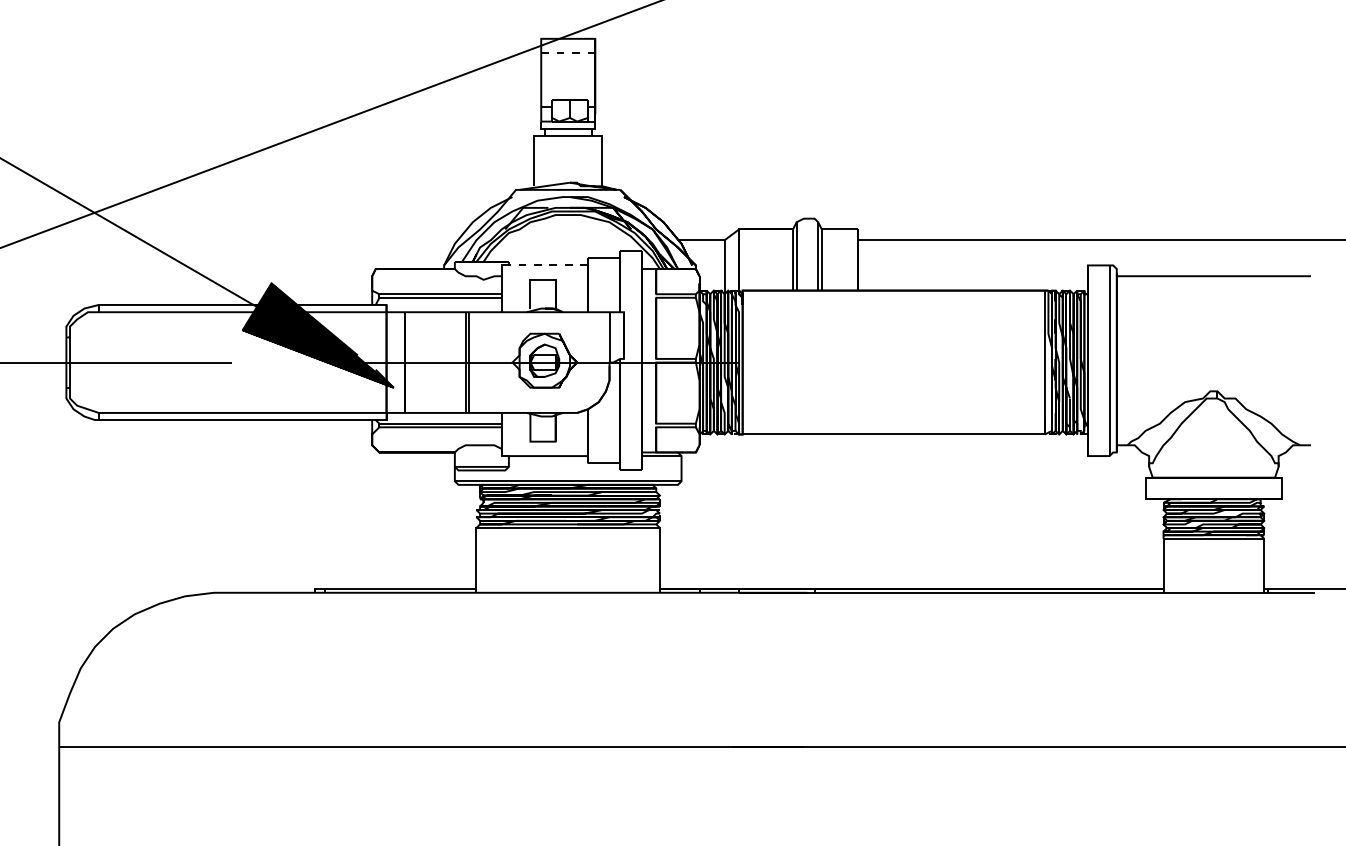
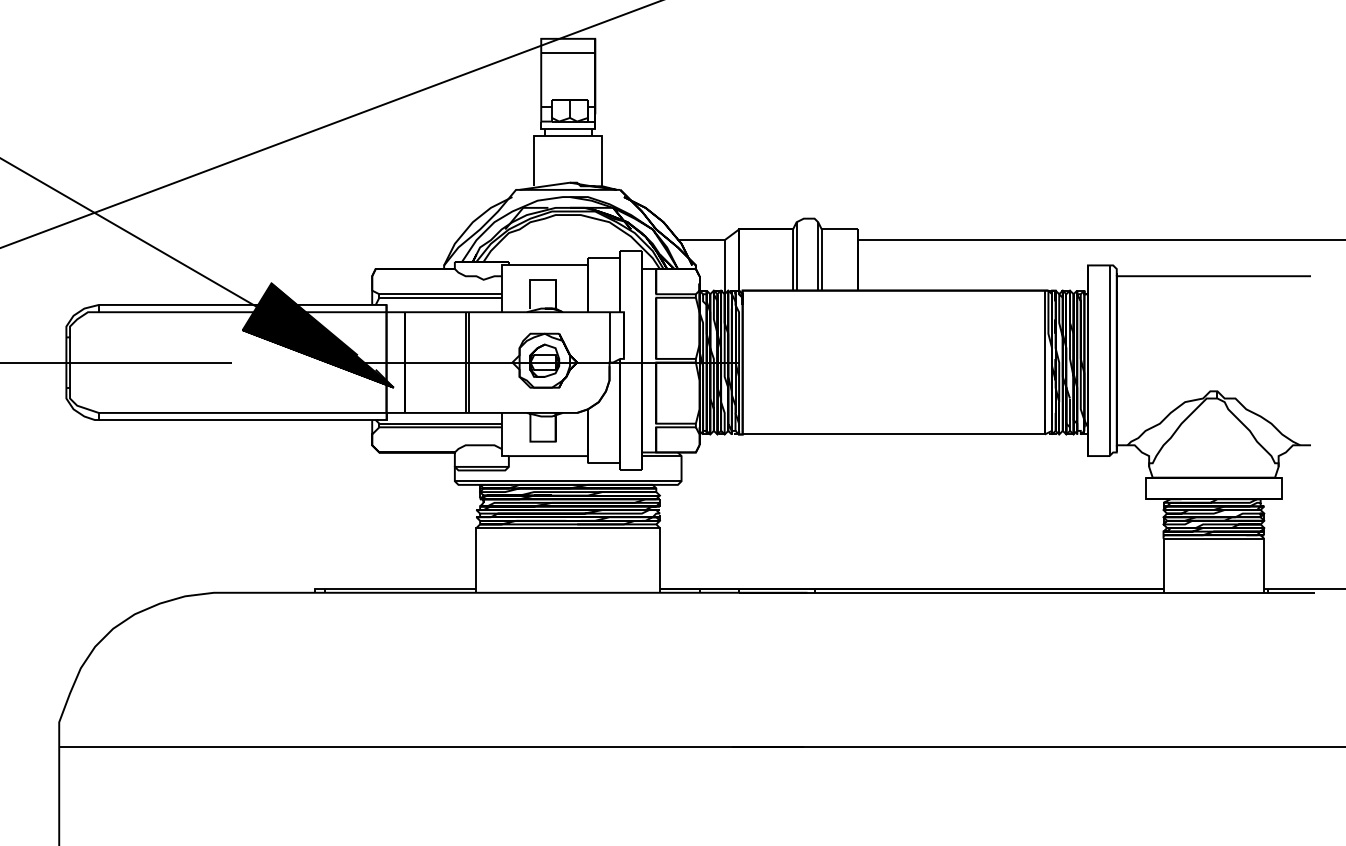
line at (568, 53): dashed -> solid
line at (548, 265): dashed -> solid
